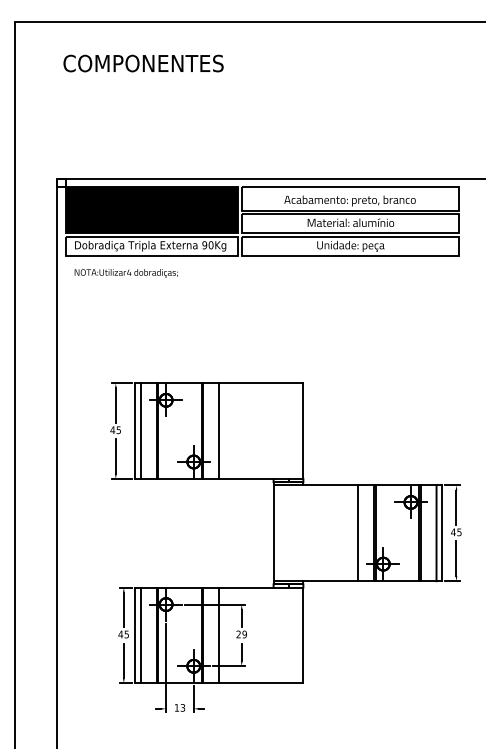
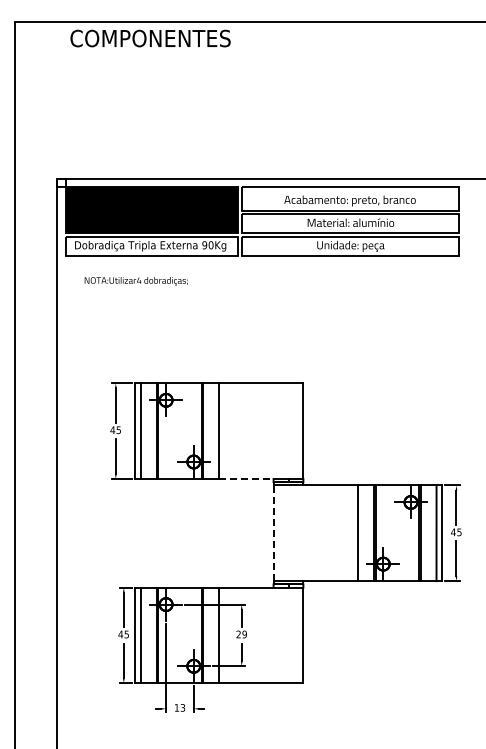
text at (143, 63) position: (143, 63) -> (150, 38)
text at (125, 273) position: (125, 273) -> (135, 281)
line at (246, 479): solid -> dashed
line at (273, 533): solid -> dashed
